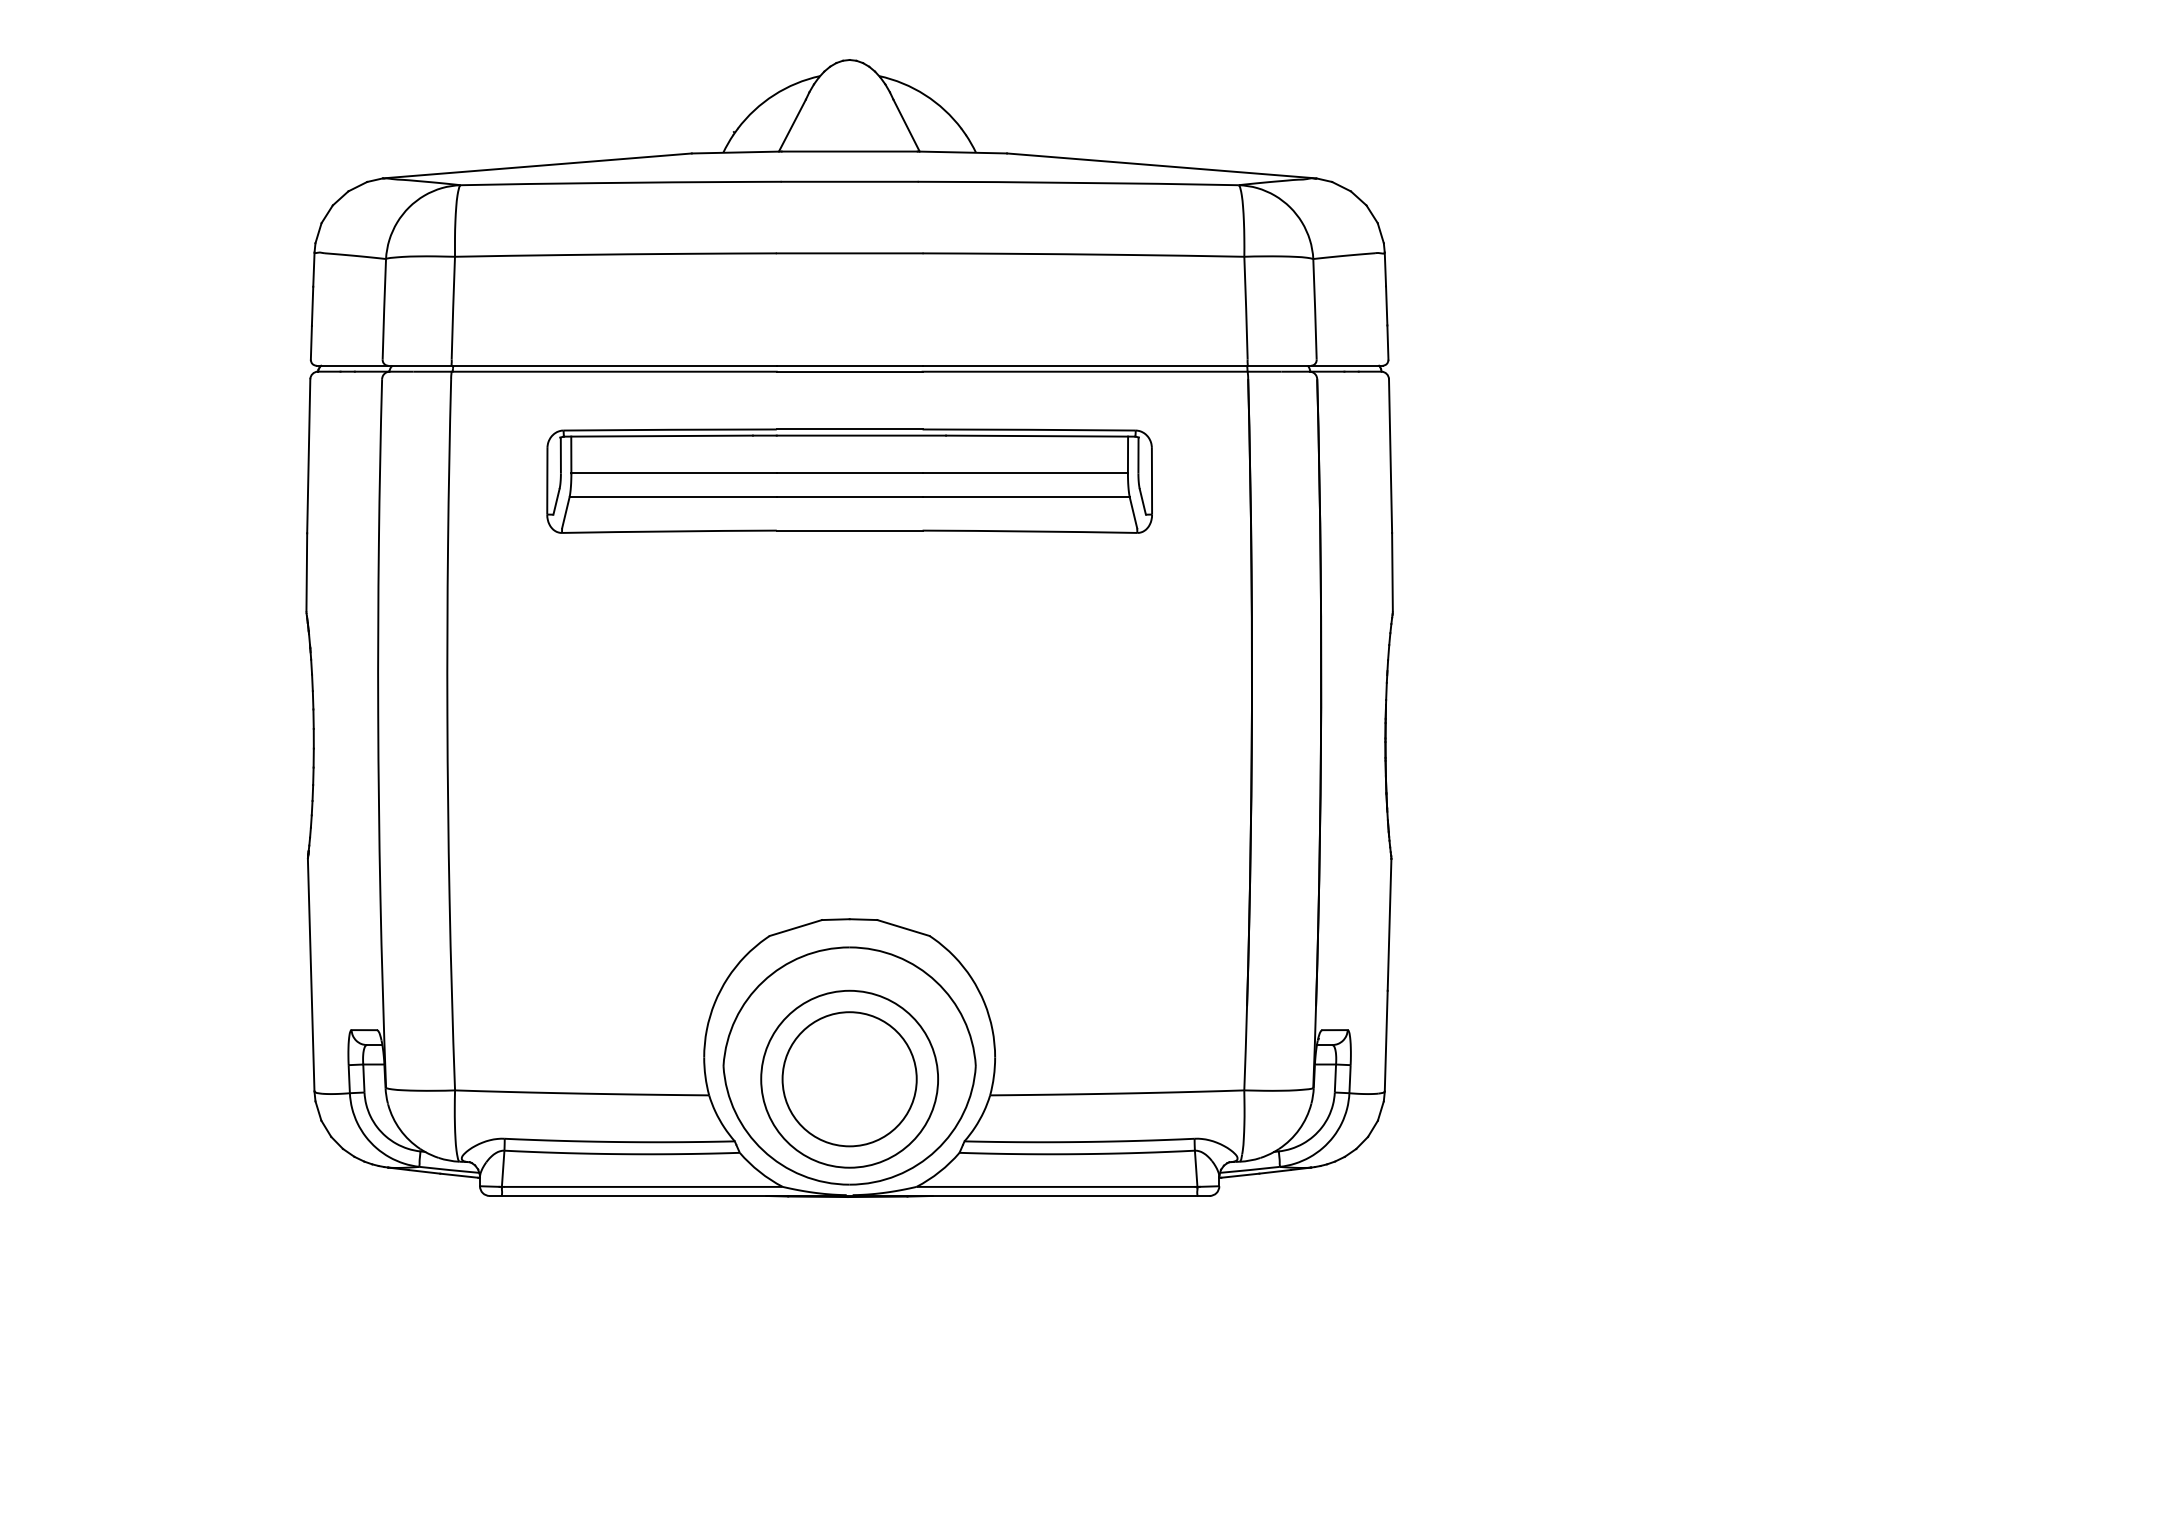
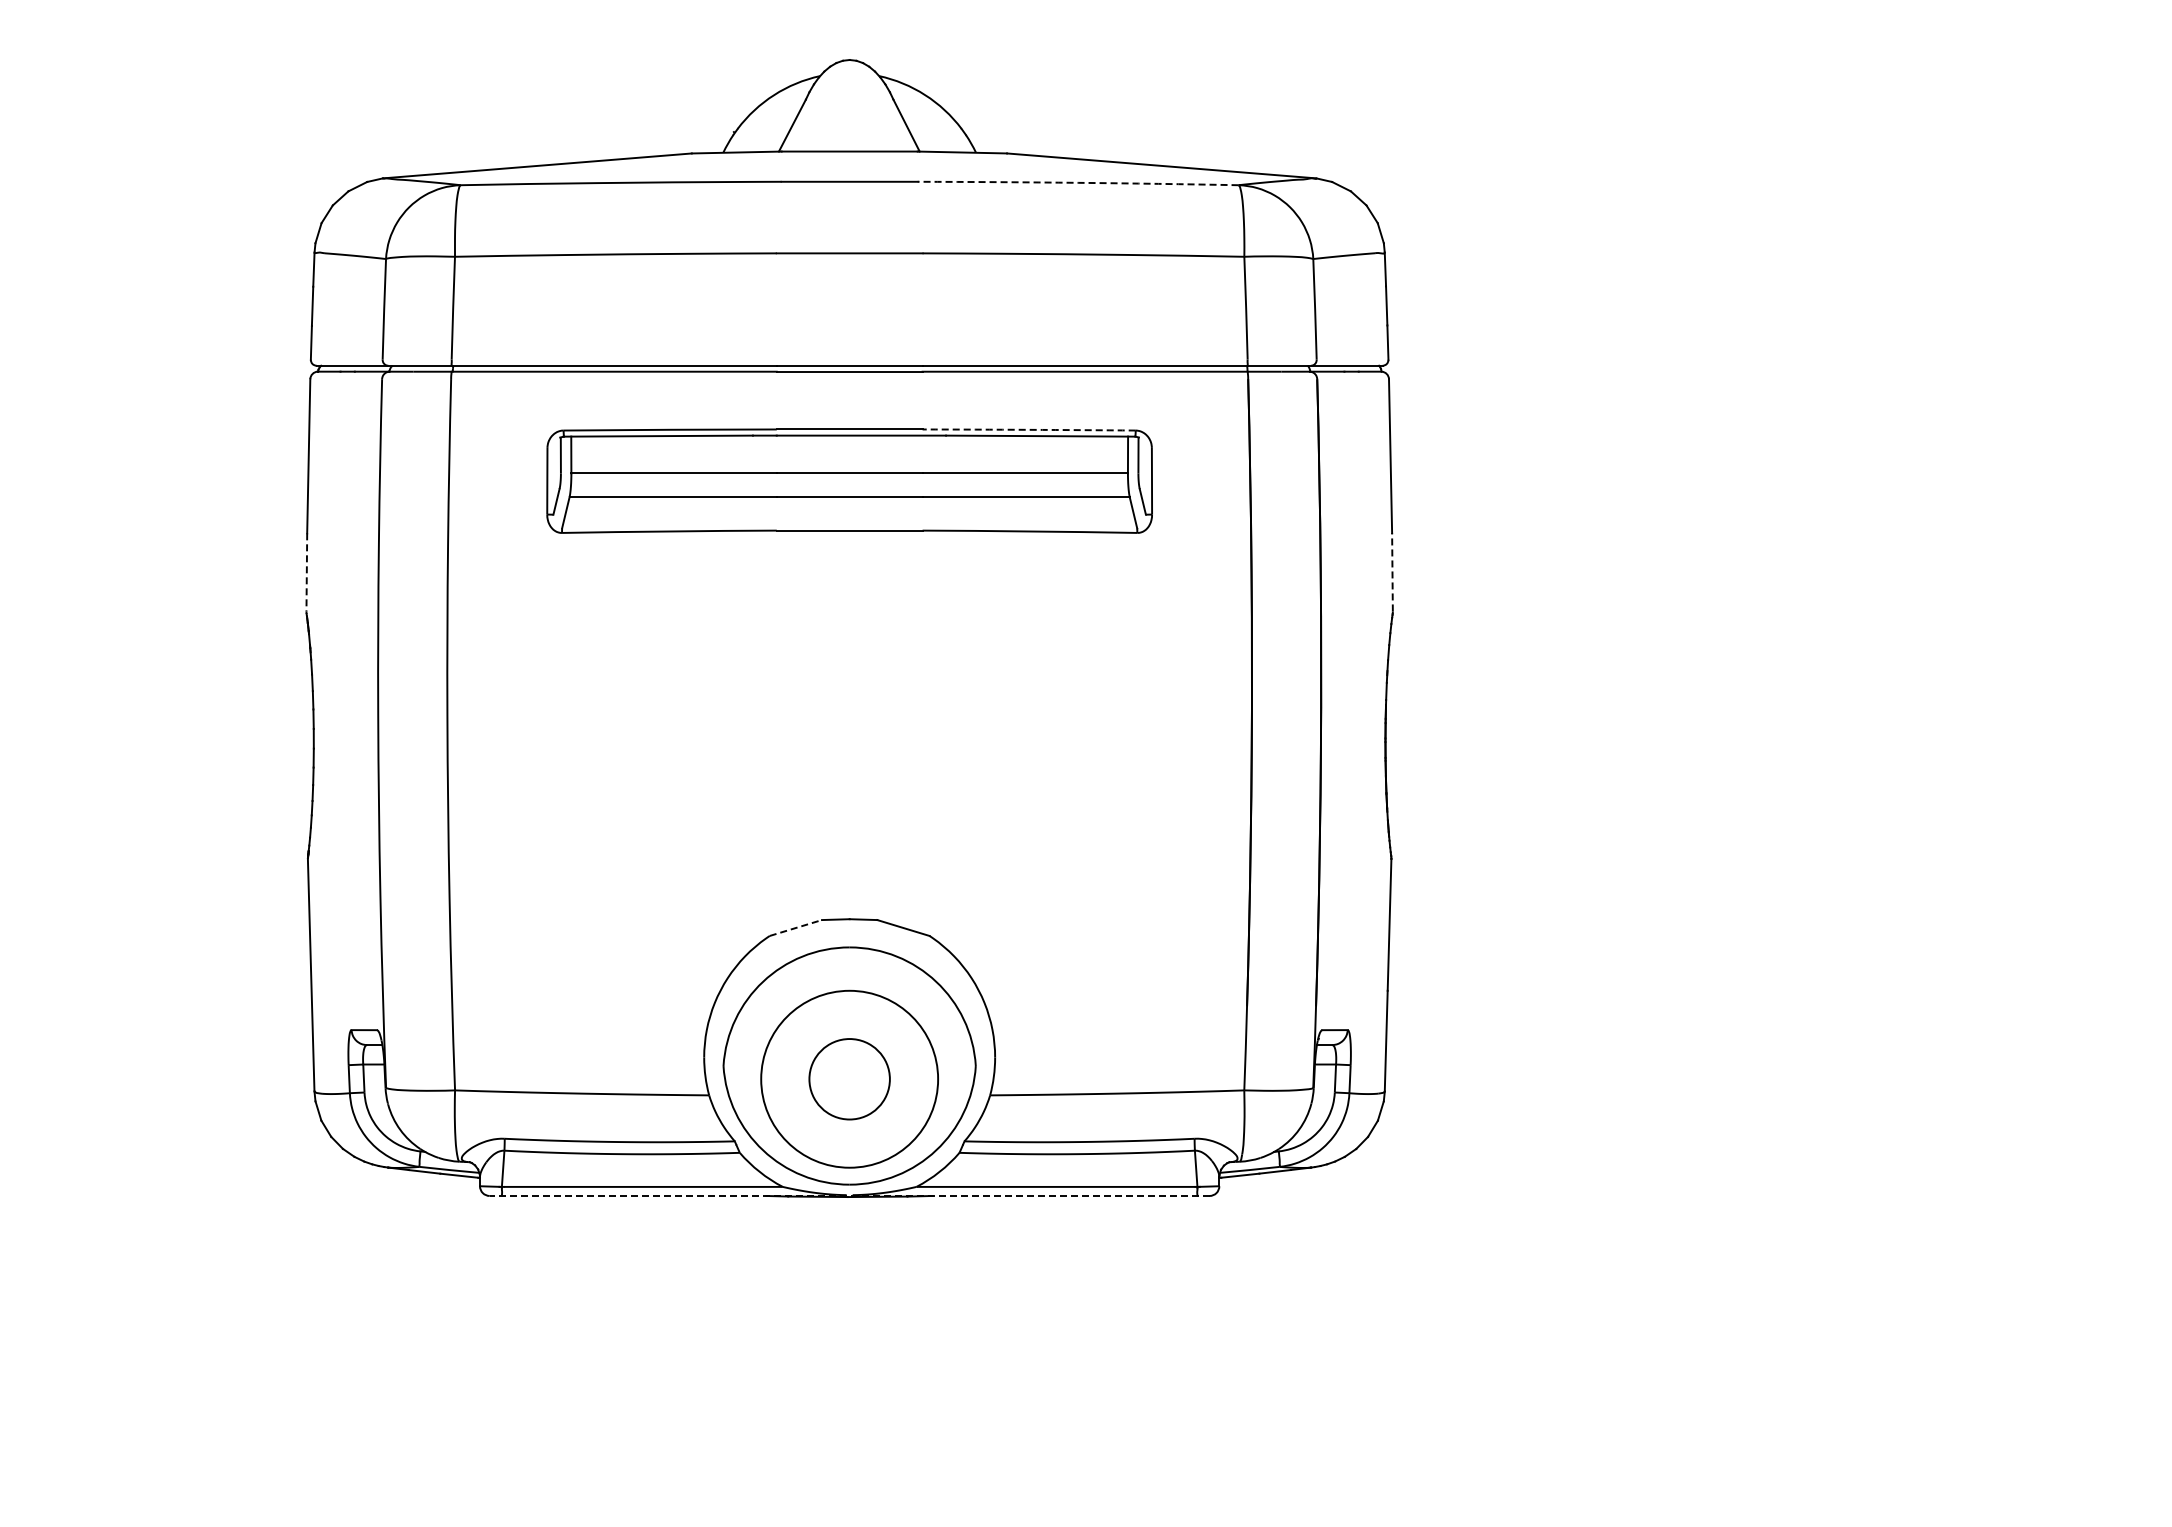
arc at (1078, 182): solid -> dashed
arc at (1029, 429): solid -> dashed
line at (1392, 571): solid -> dashed
line at (306, 572): solid -> dashed
line at (796, 927): solid -> dashed
circle at (849, 1079) diameter: 134 px -> 80 px
line at (849, 1195): solid -> dashed
